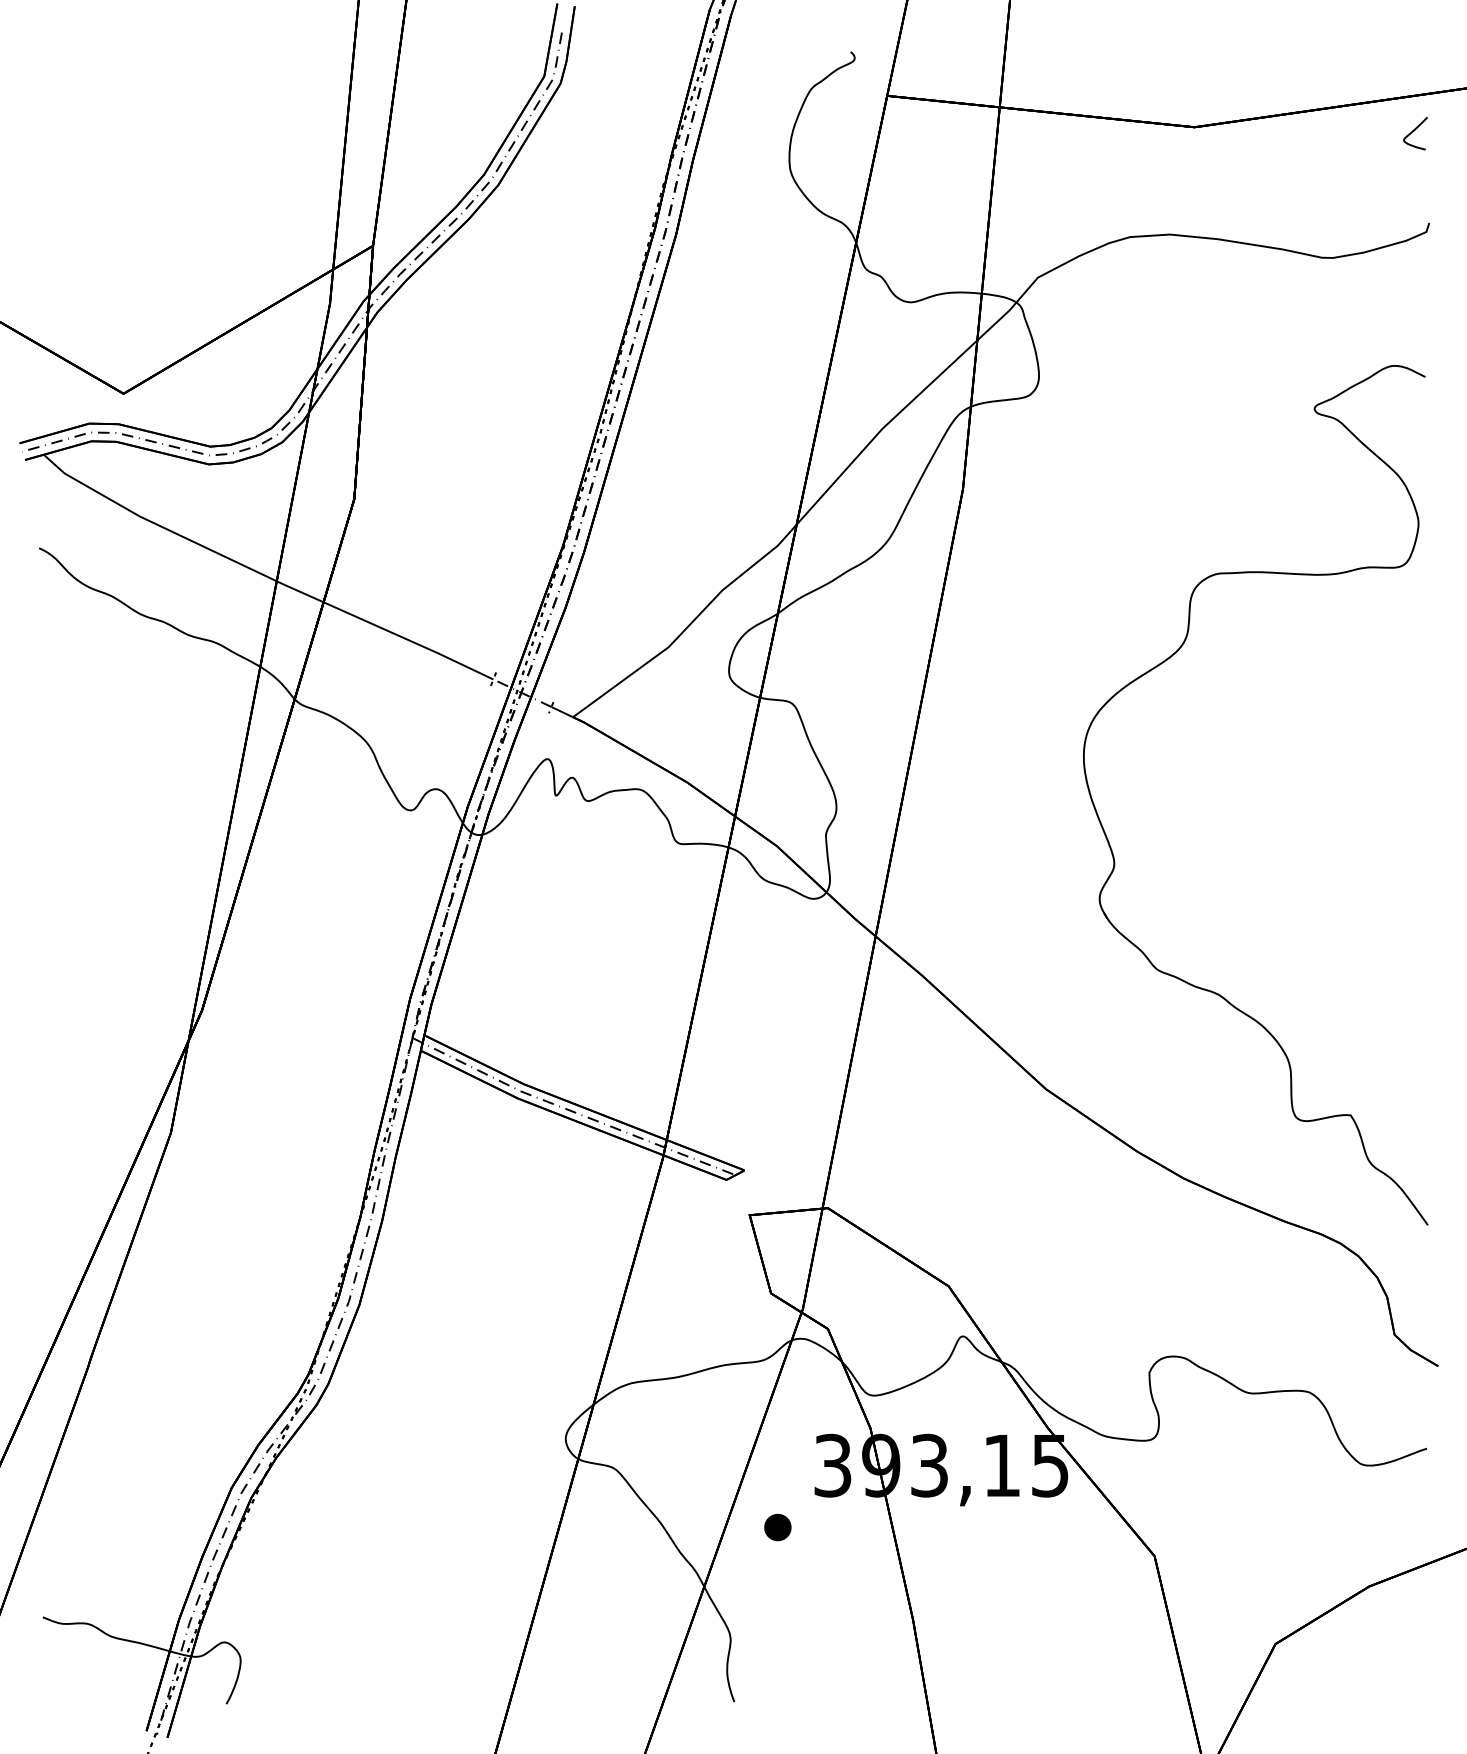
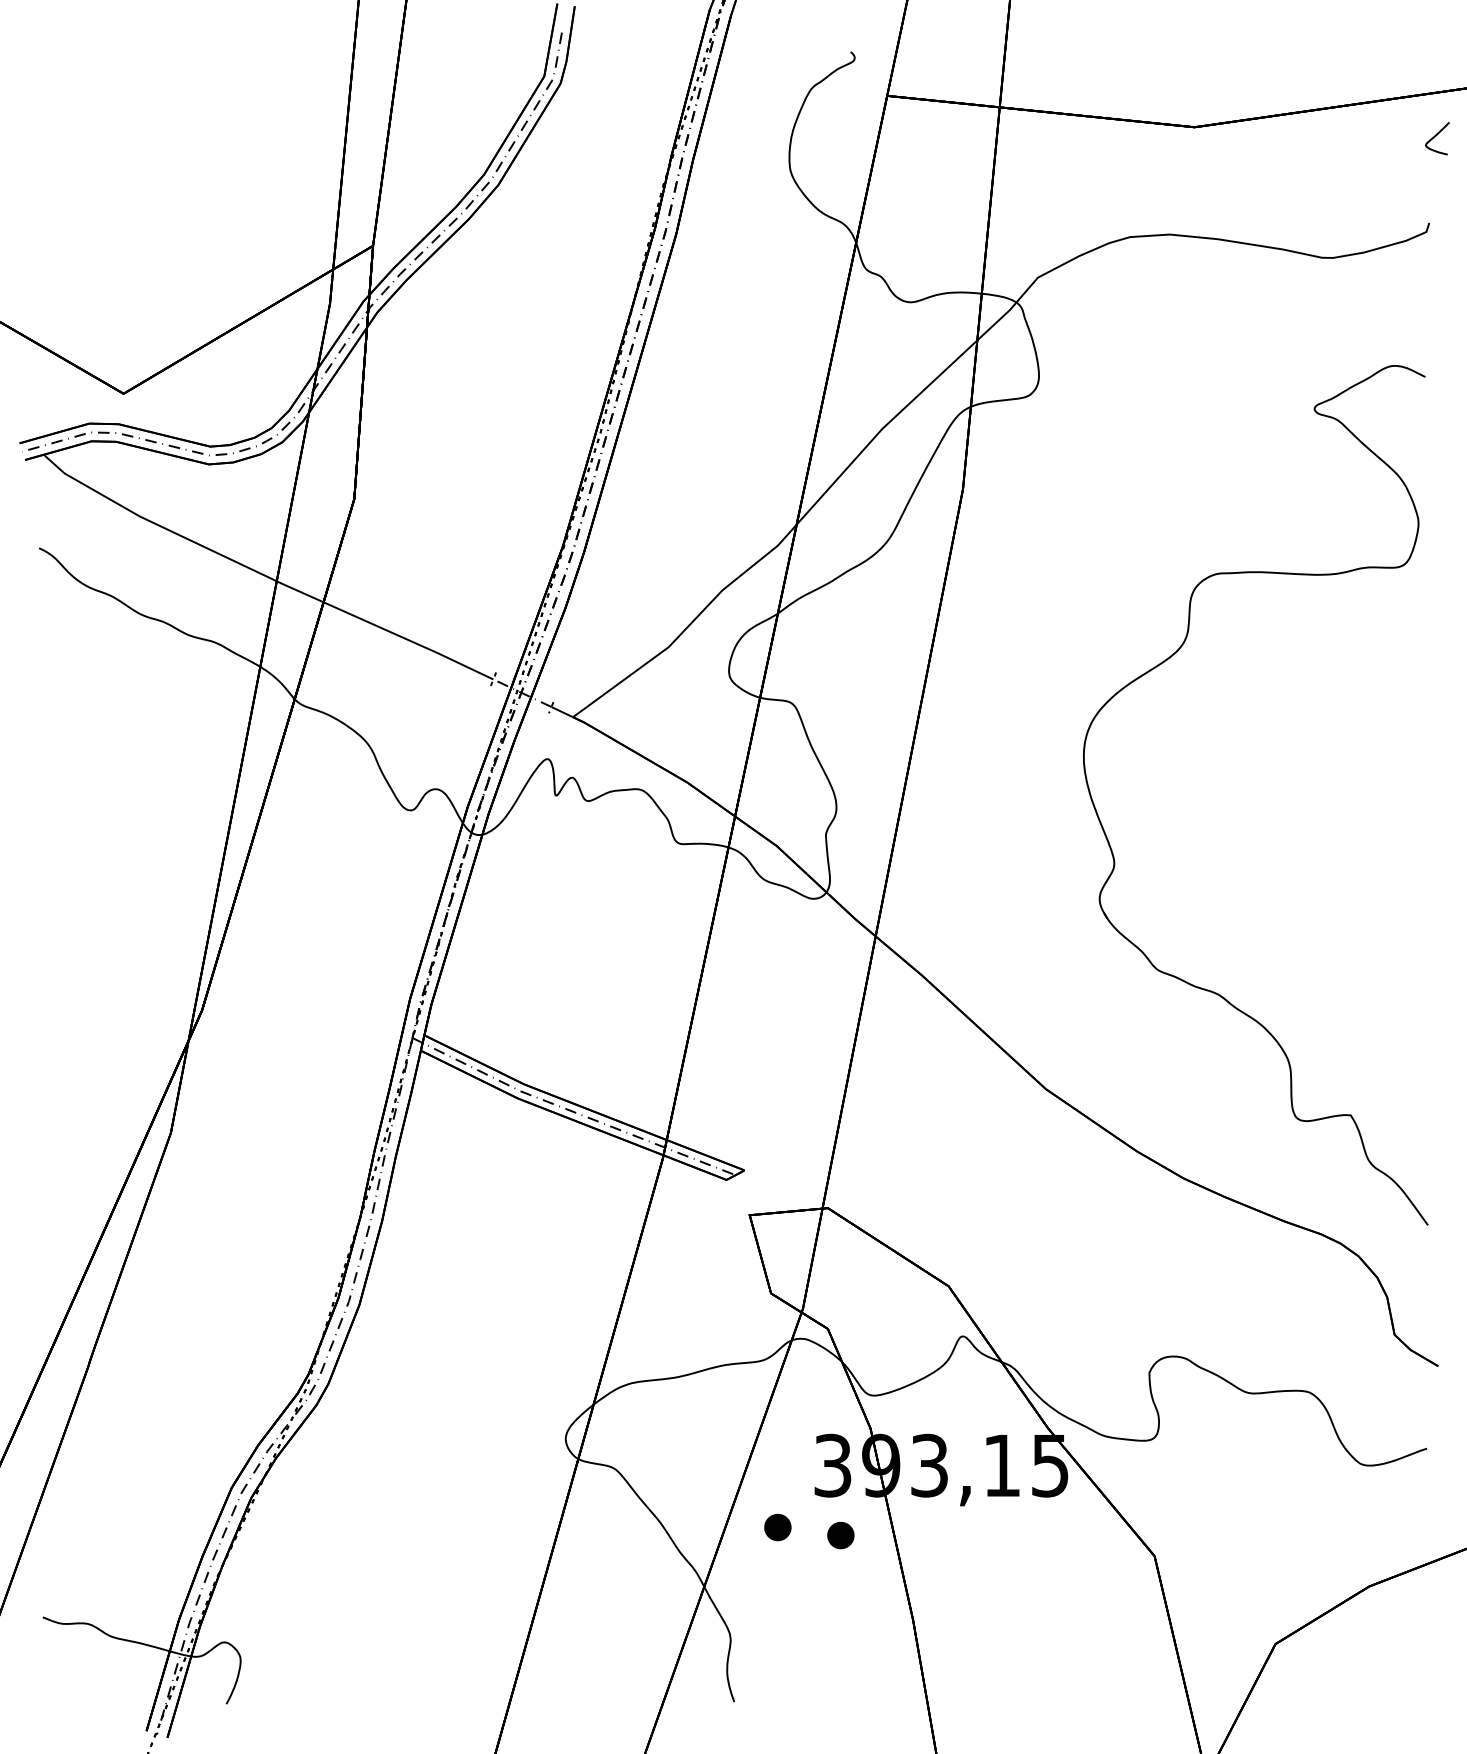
curve at (1414, 131) position: (1414, 131) -> (1436, 136)
part at (840, 1535): none -> present
